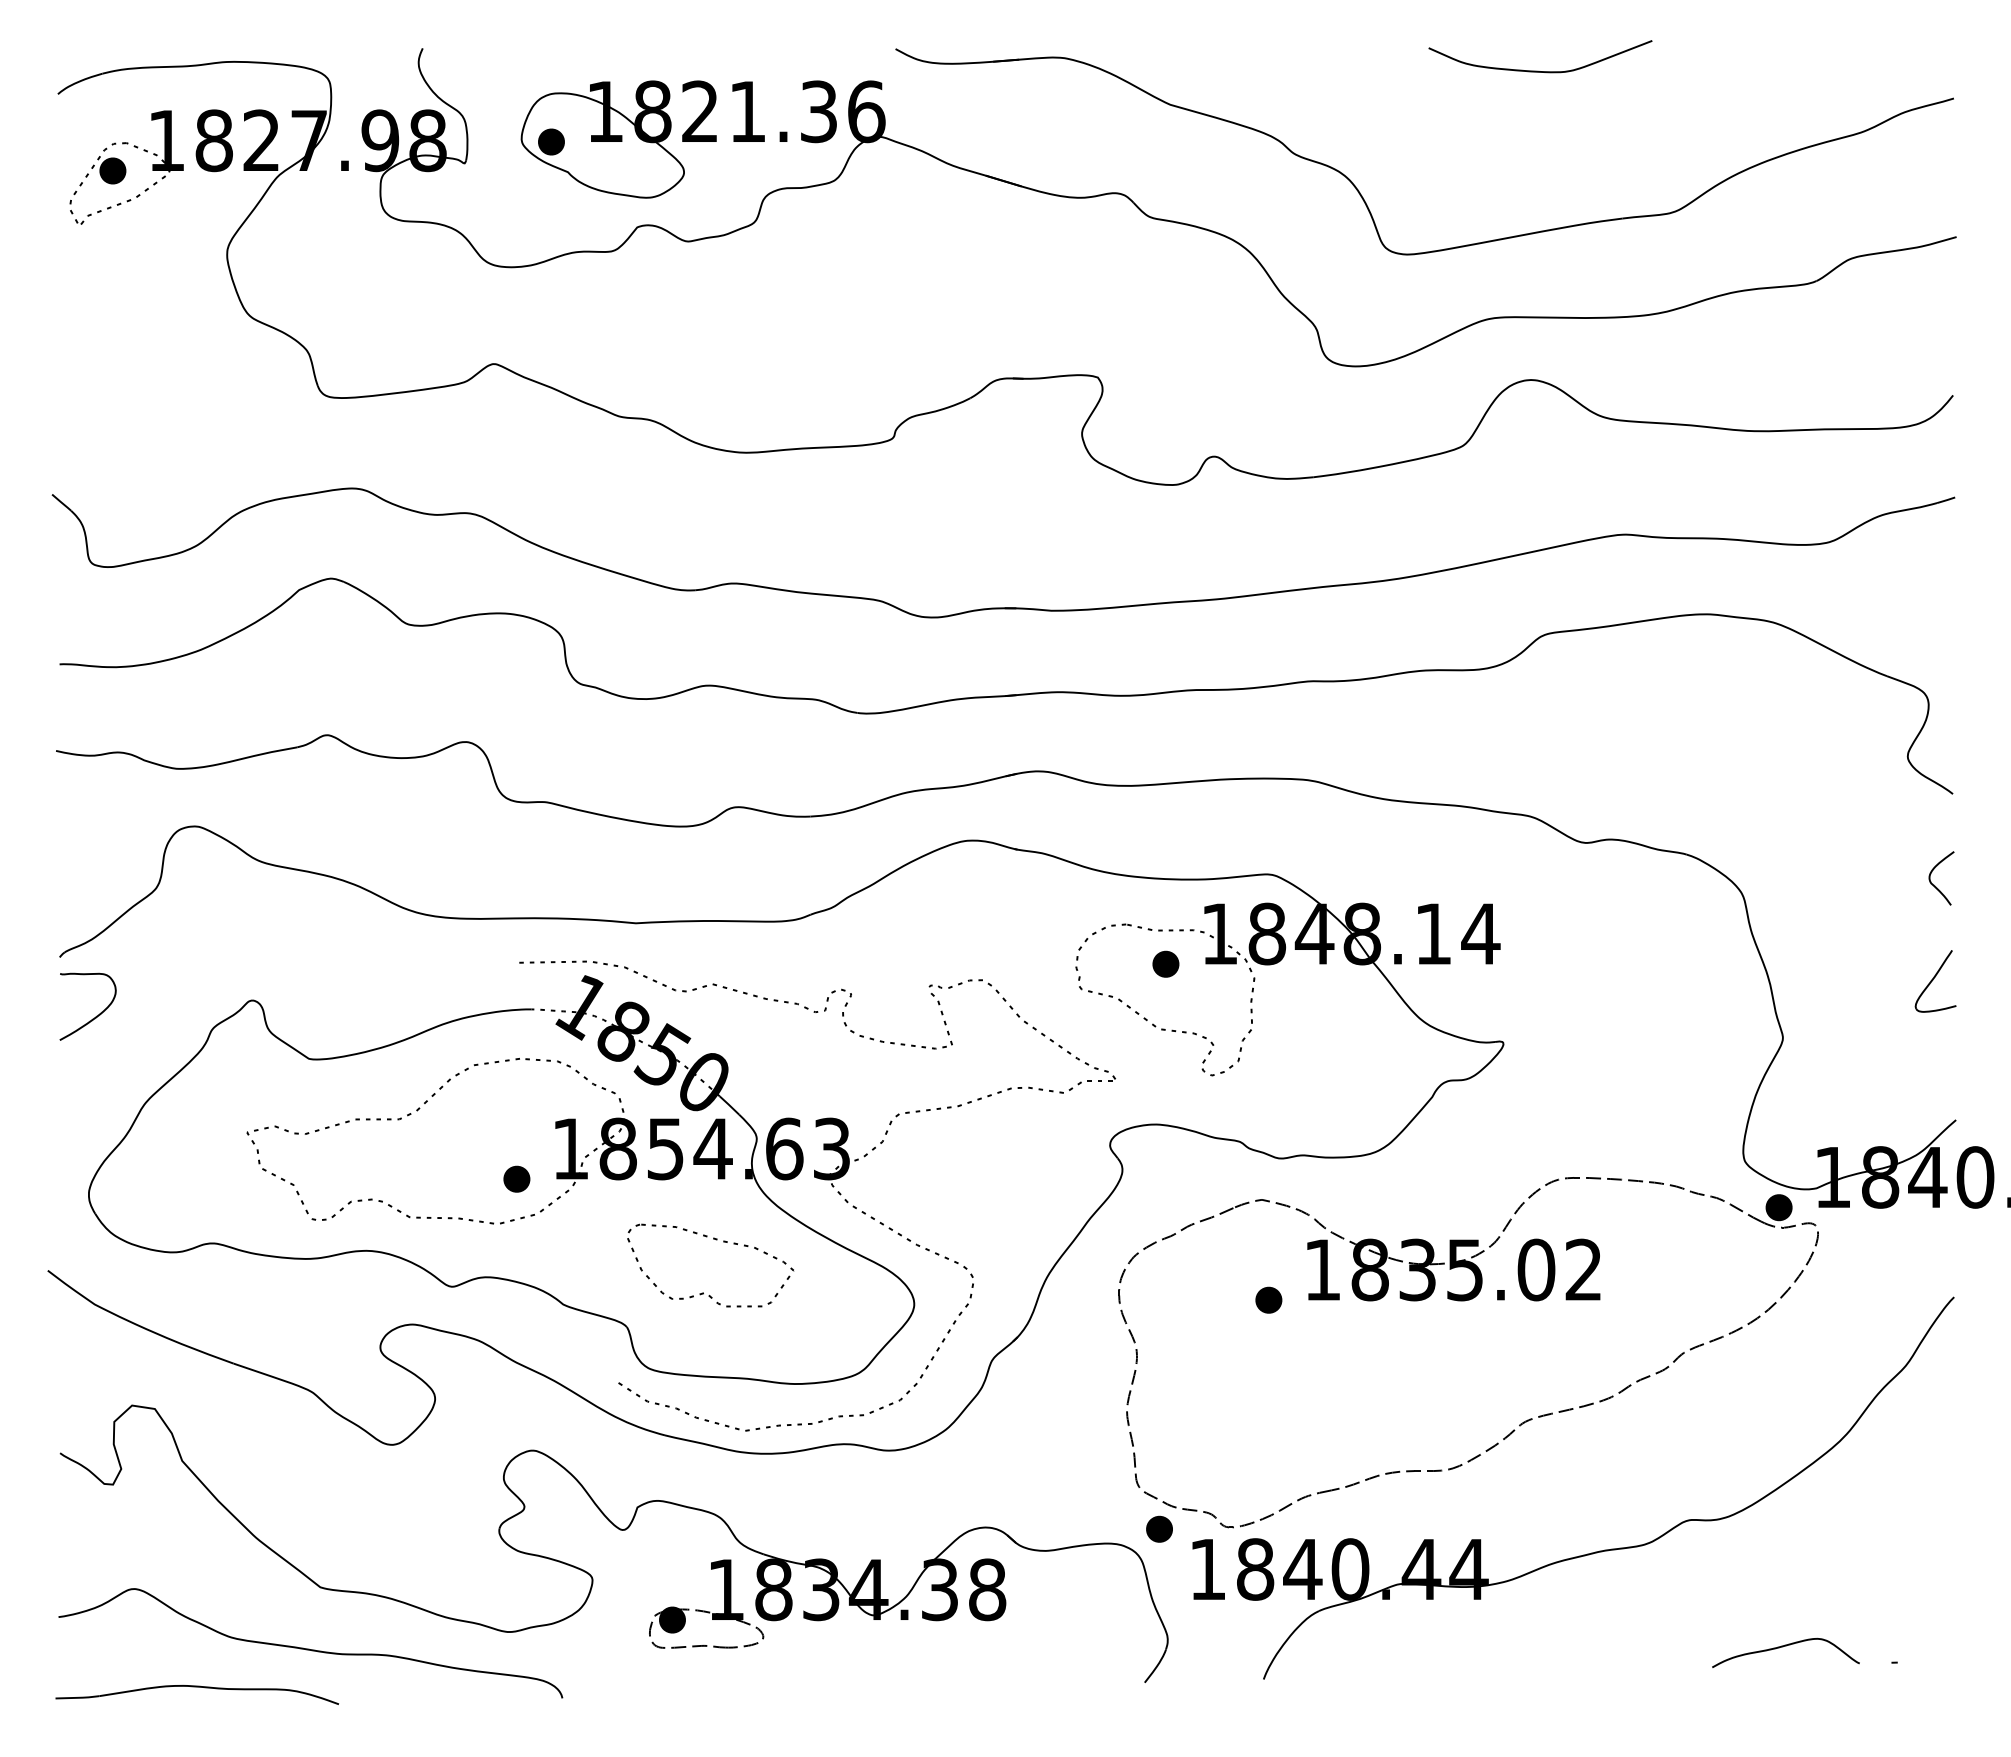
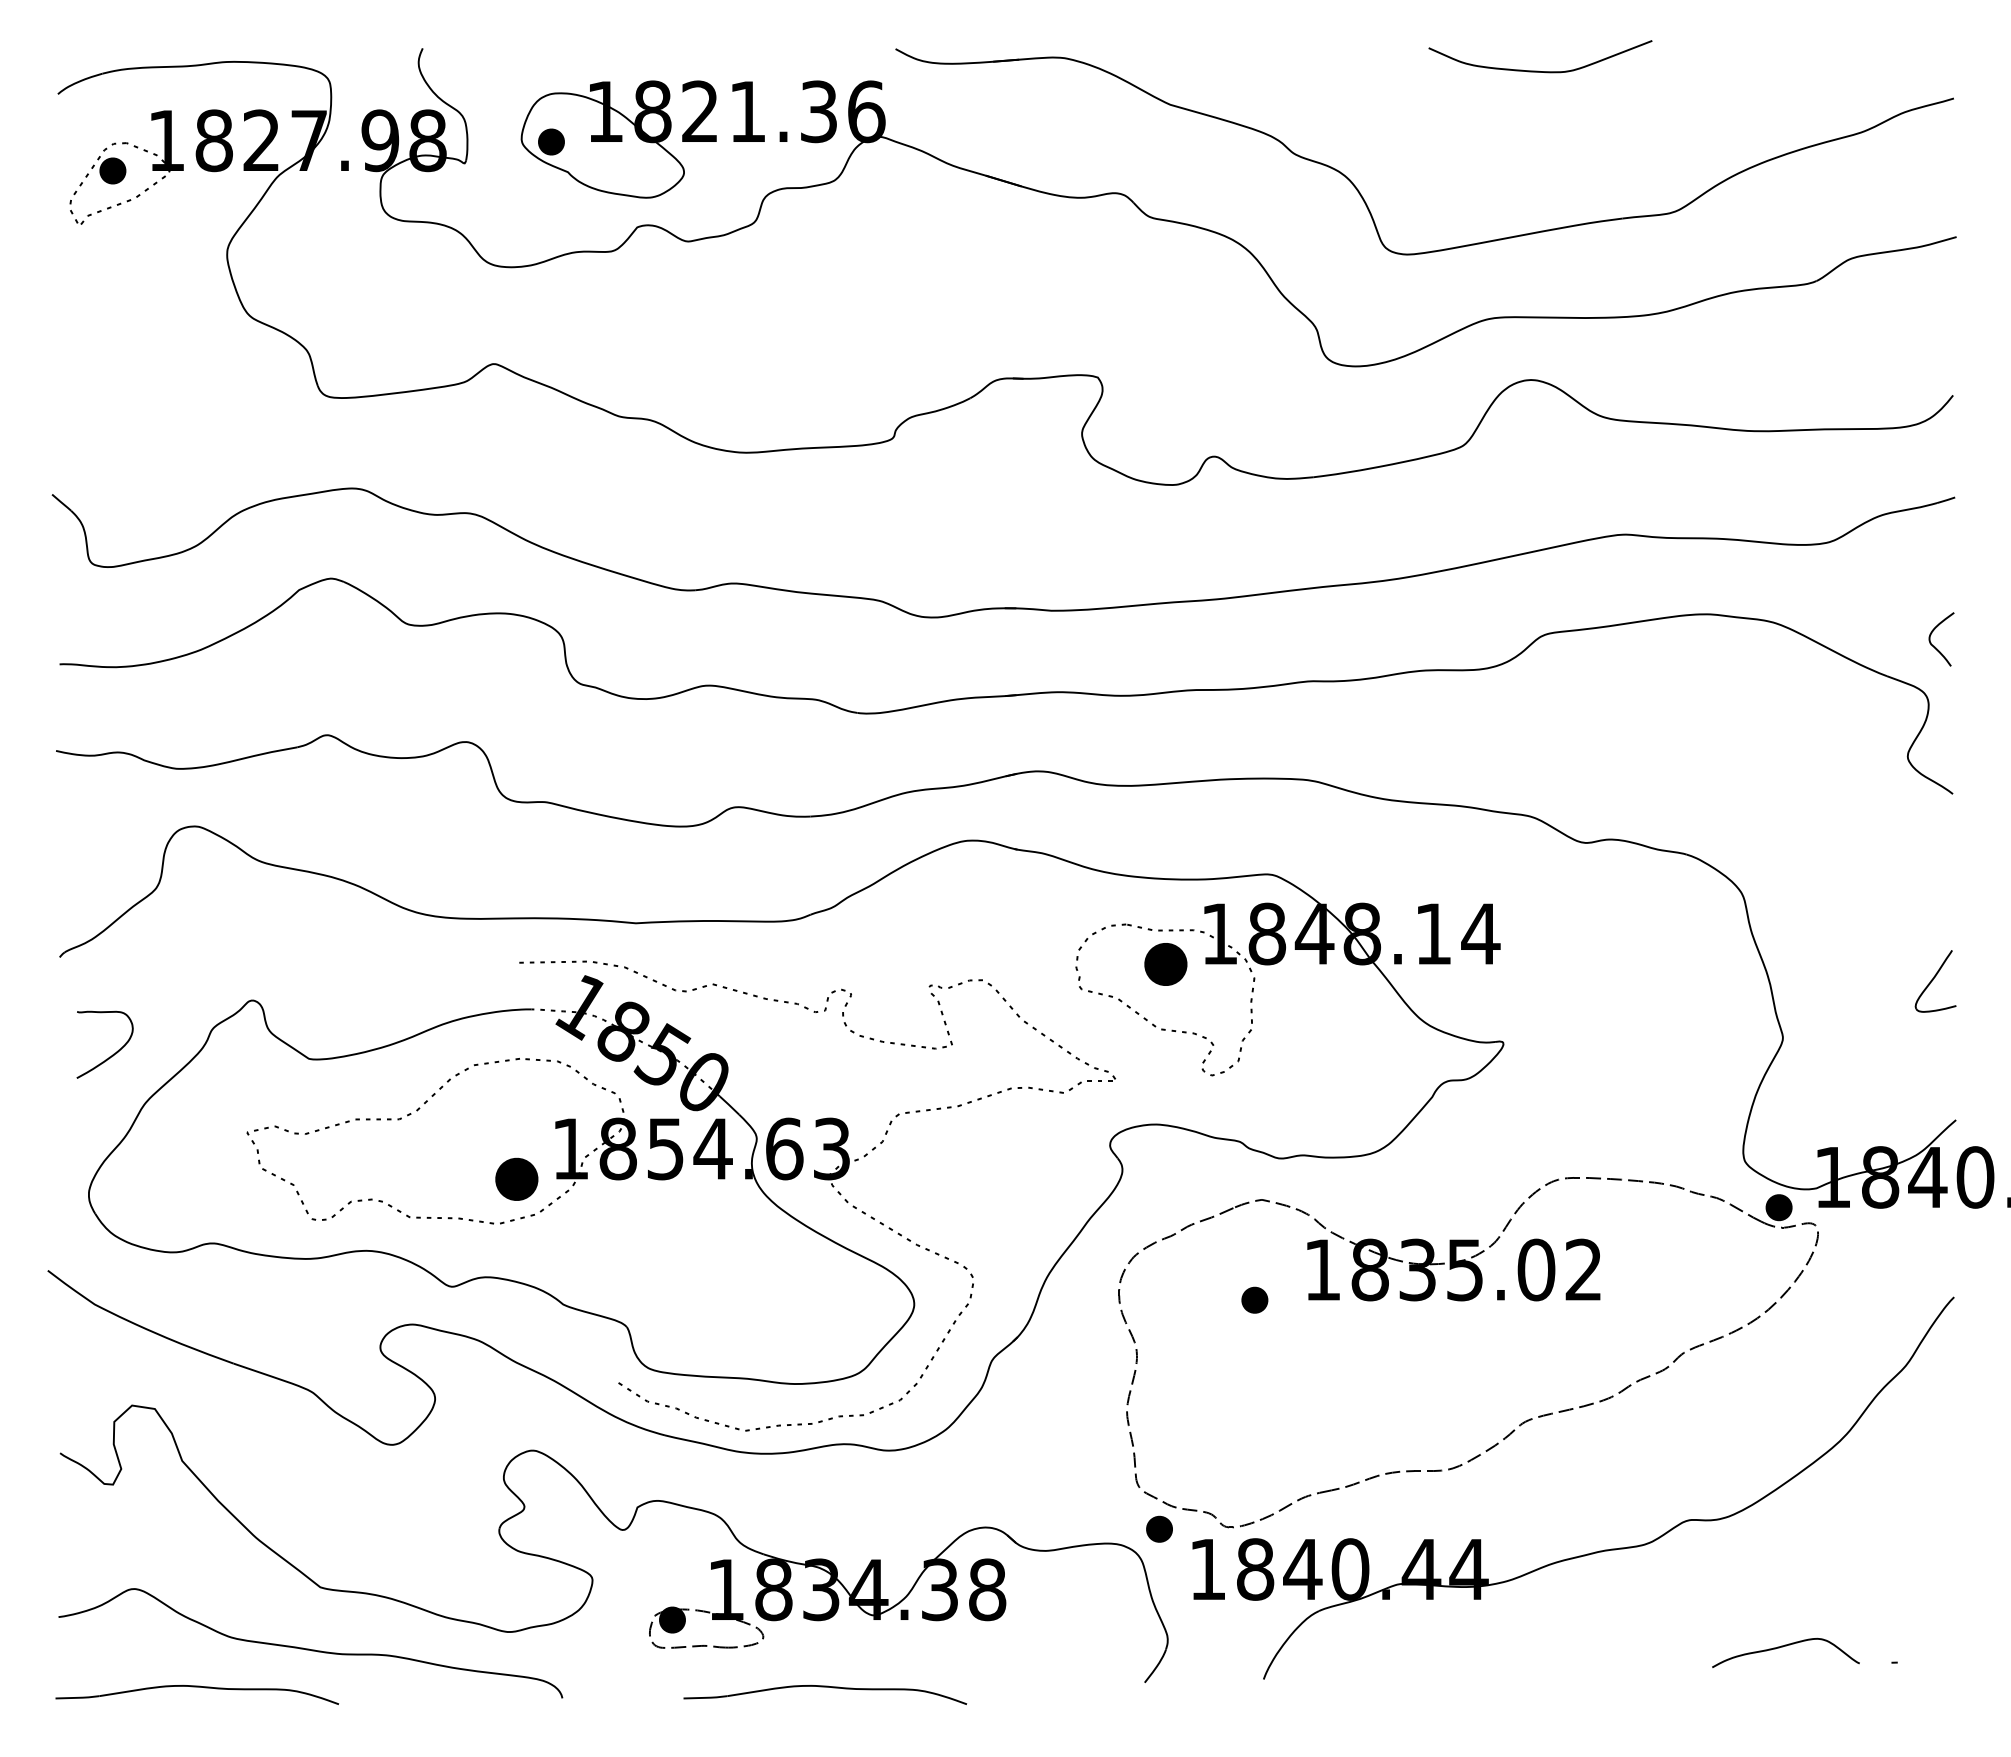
curve at (1935, 885) position: (1935, 885) -> (1935, 646)
part at (1165, 963) size: 28x28 px -> 44x43 px
curve at (96, 1015) position: (96, 1015) -> (113, 1053)
part at (516, 1178) size: 28x28 px -> 44x44 px
part at (716, 1240): present -> none
part at (1268, 1299) position: (1268, 1299) -> (1254, 1299)
part at (824, 1687): none -> present
